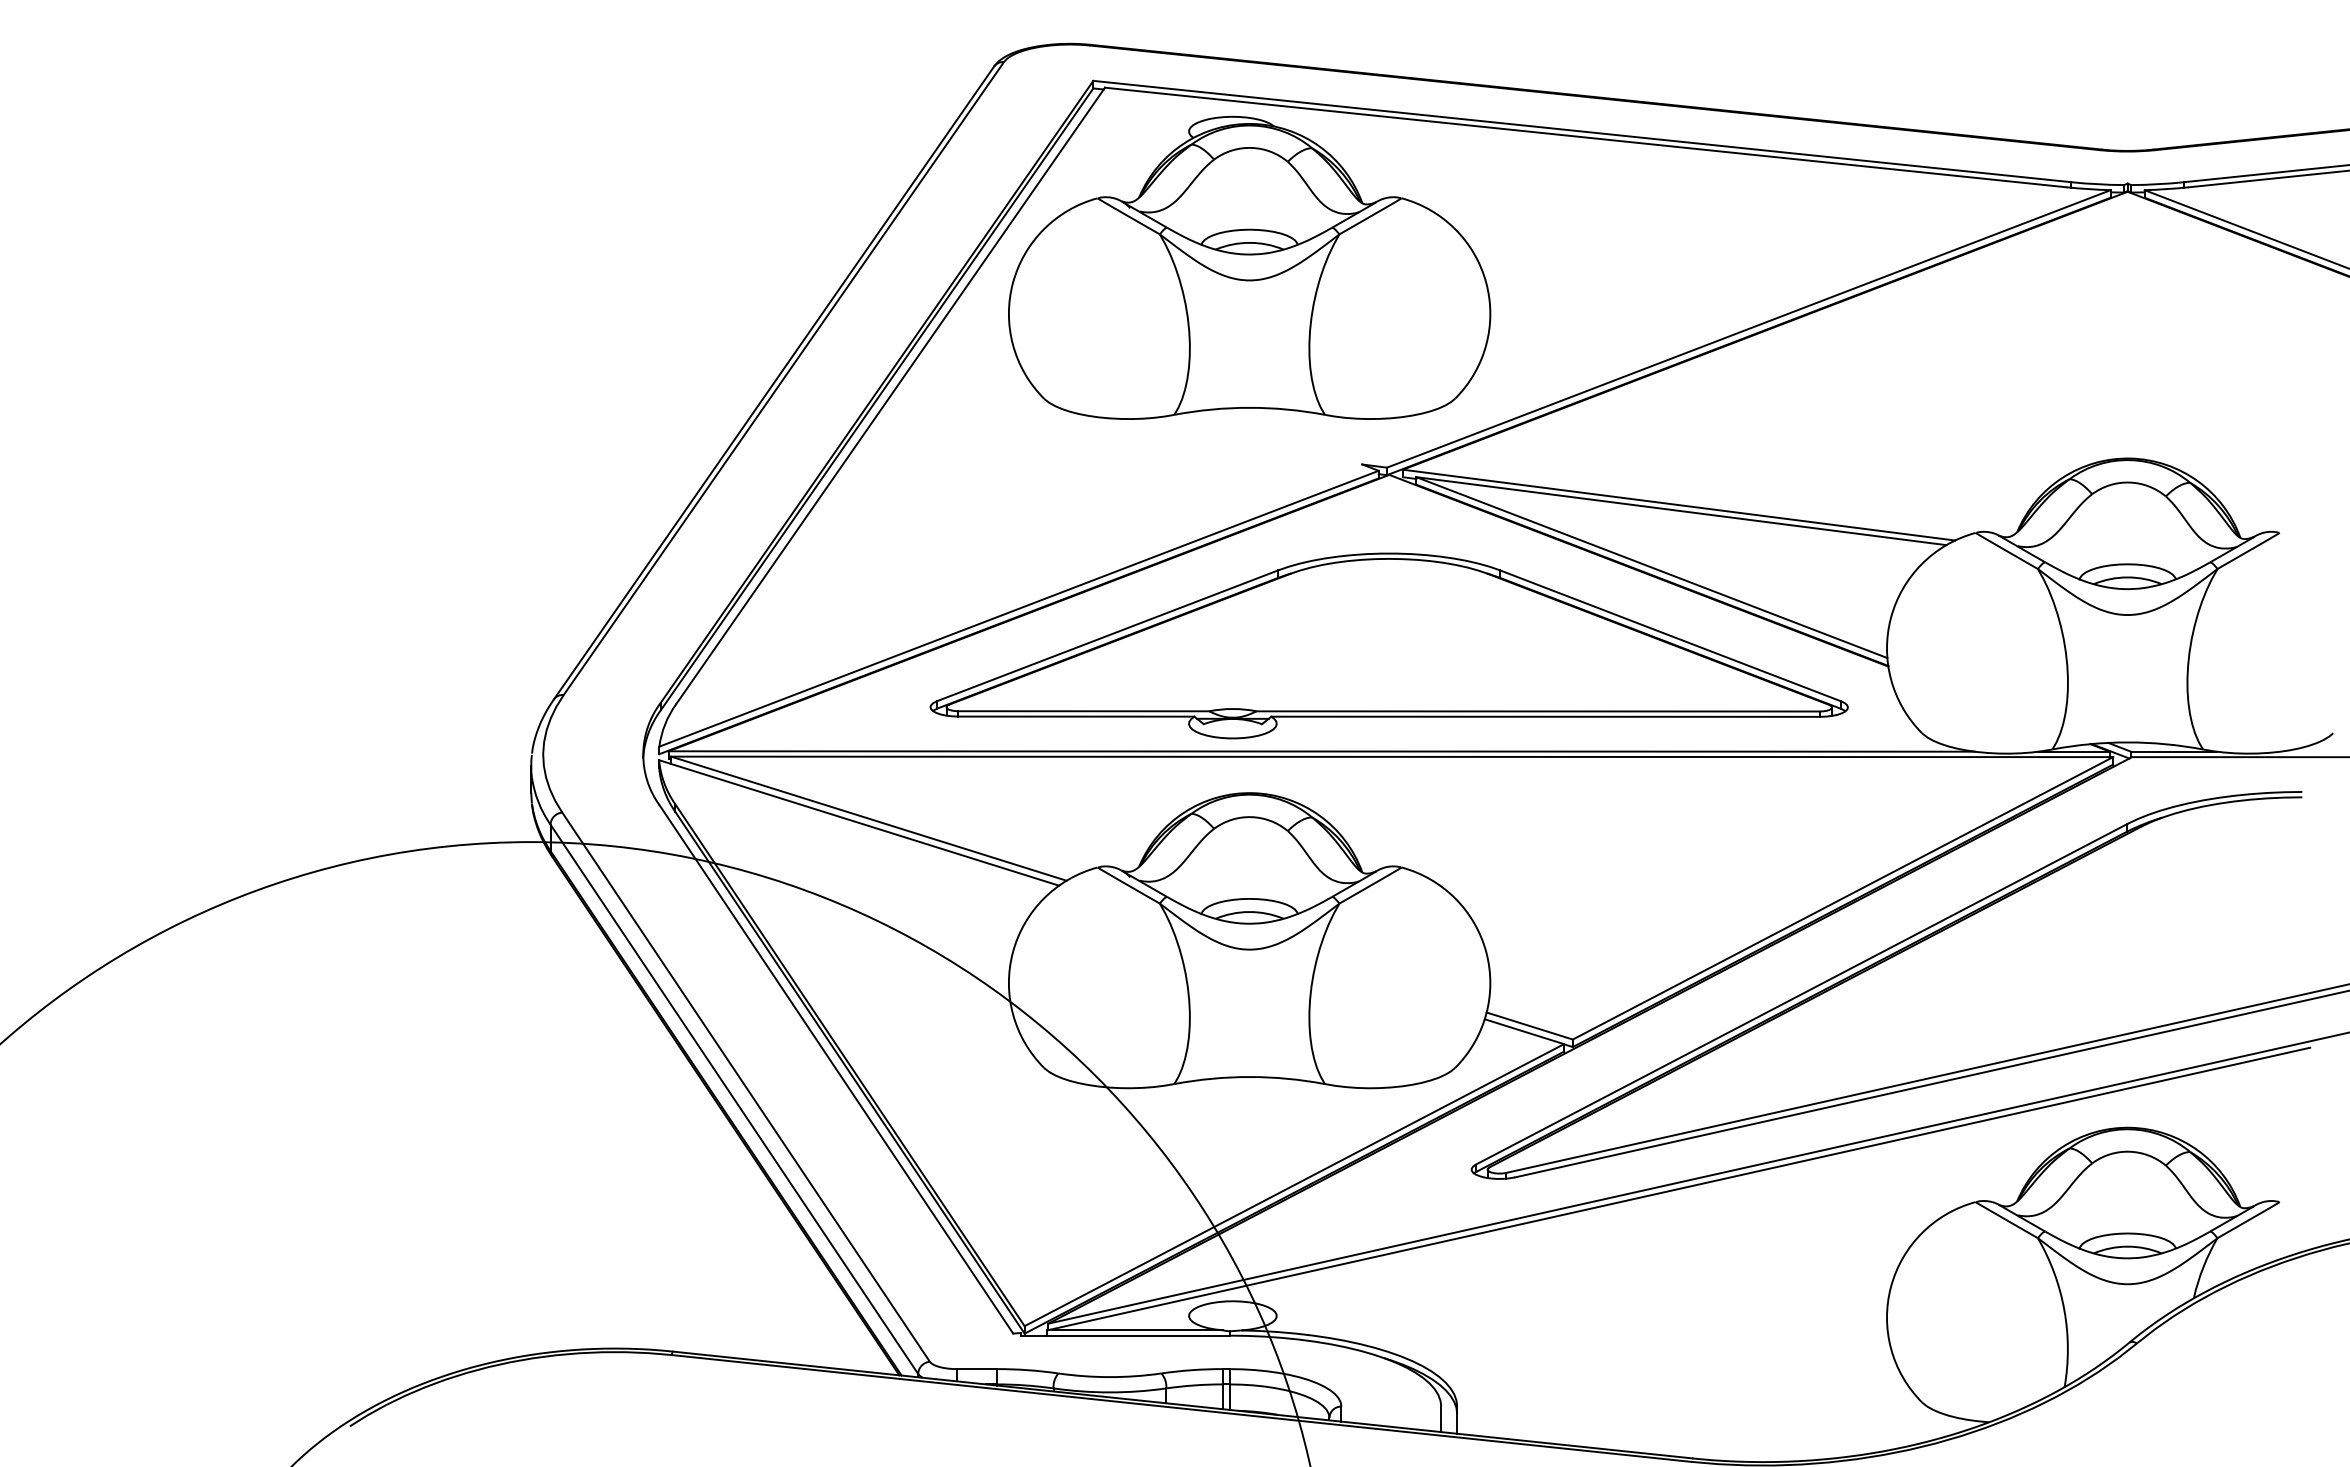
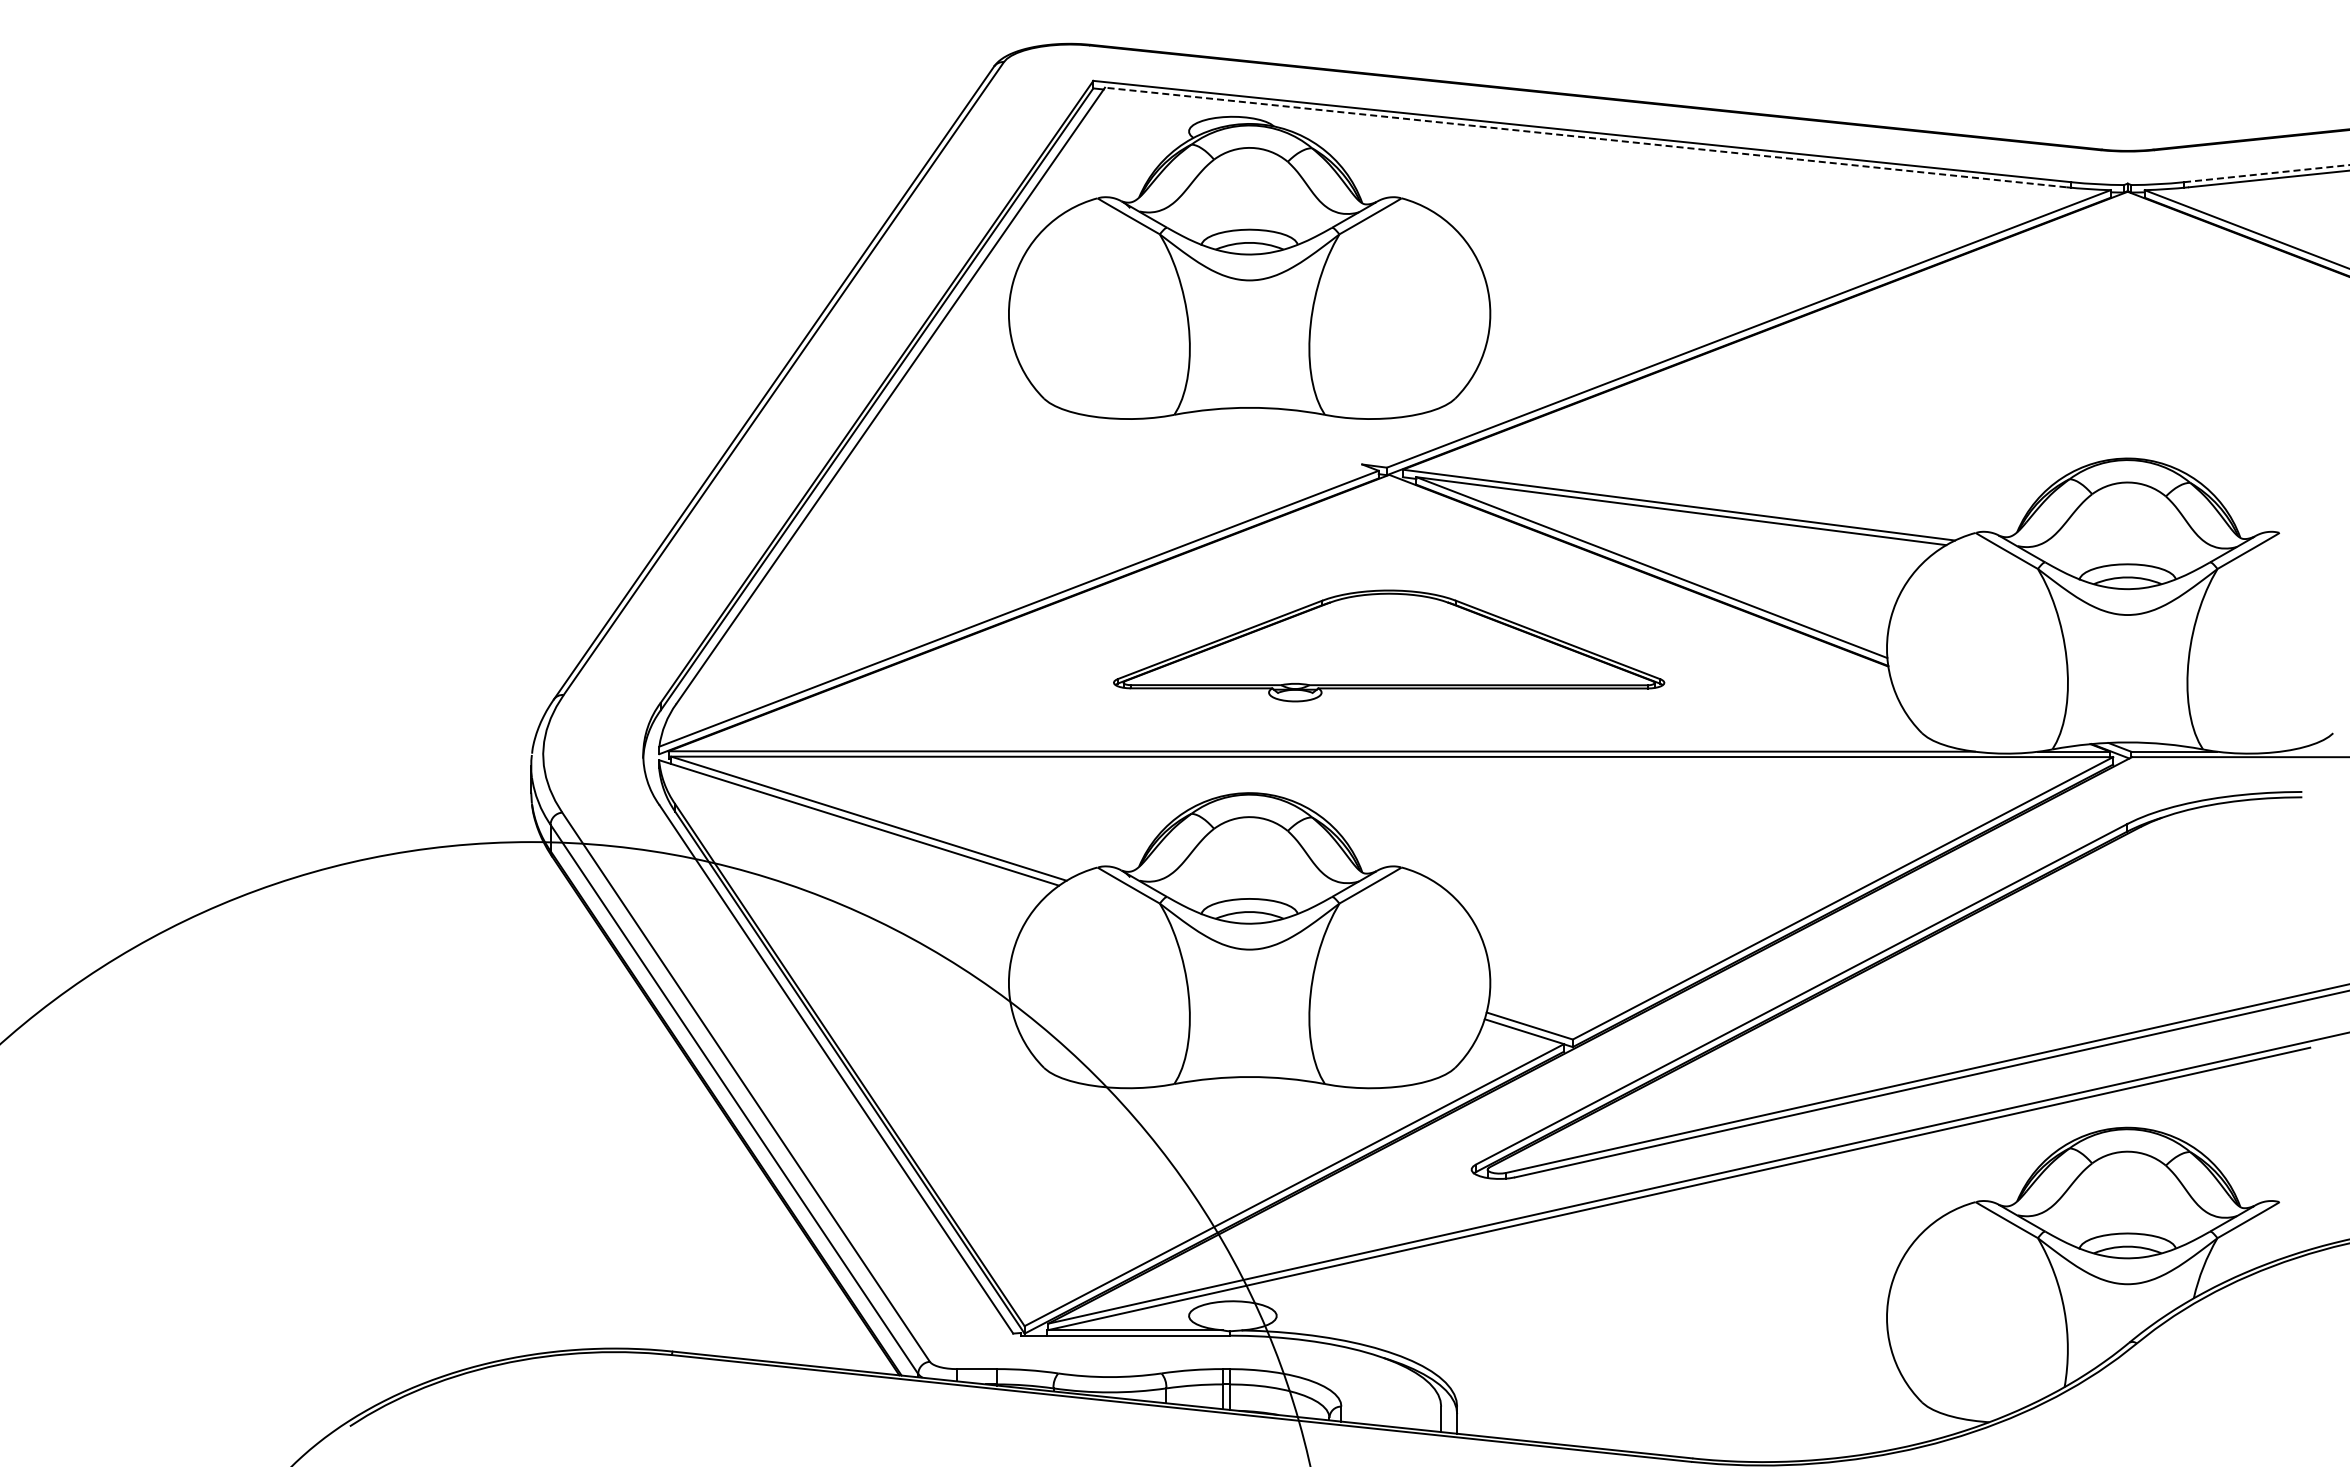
line at (1585, 137): solid -> dashed
line at (2266, 173): solid -> dashed
part at (1388, 645) size: 920x188 px -> 553x114 px
